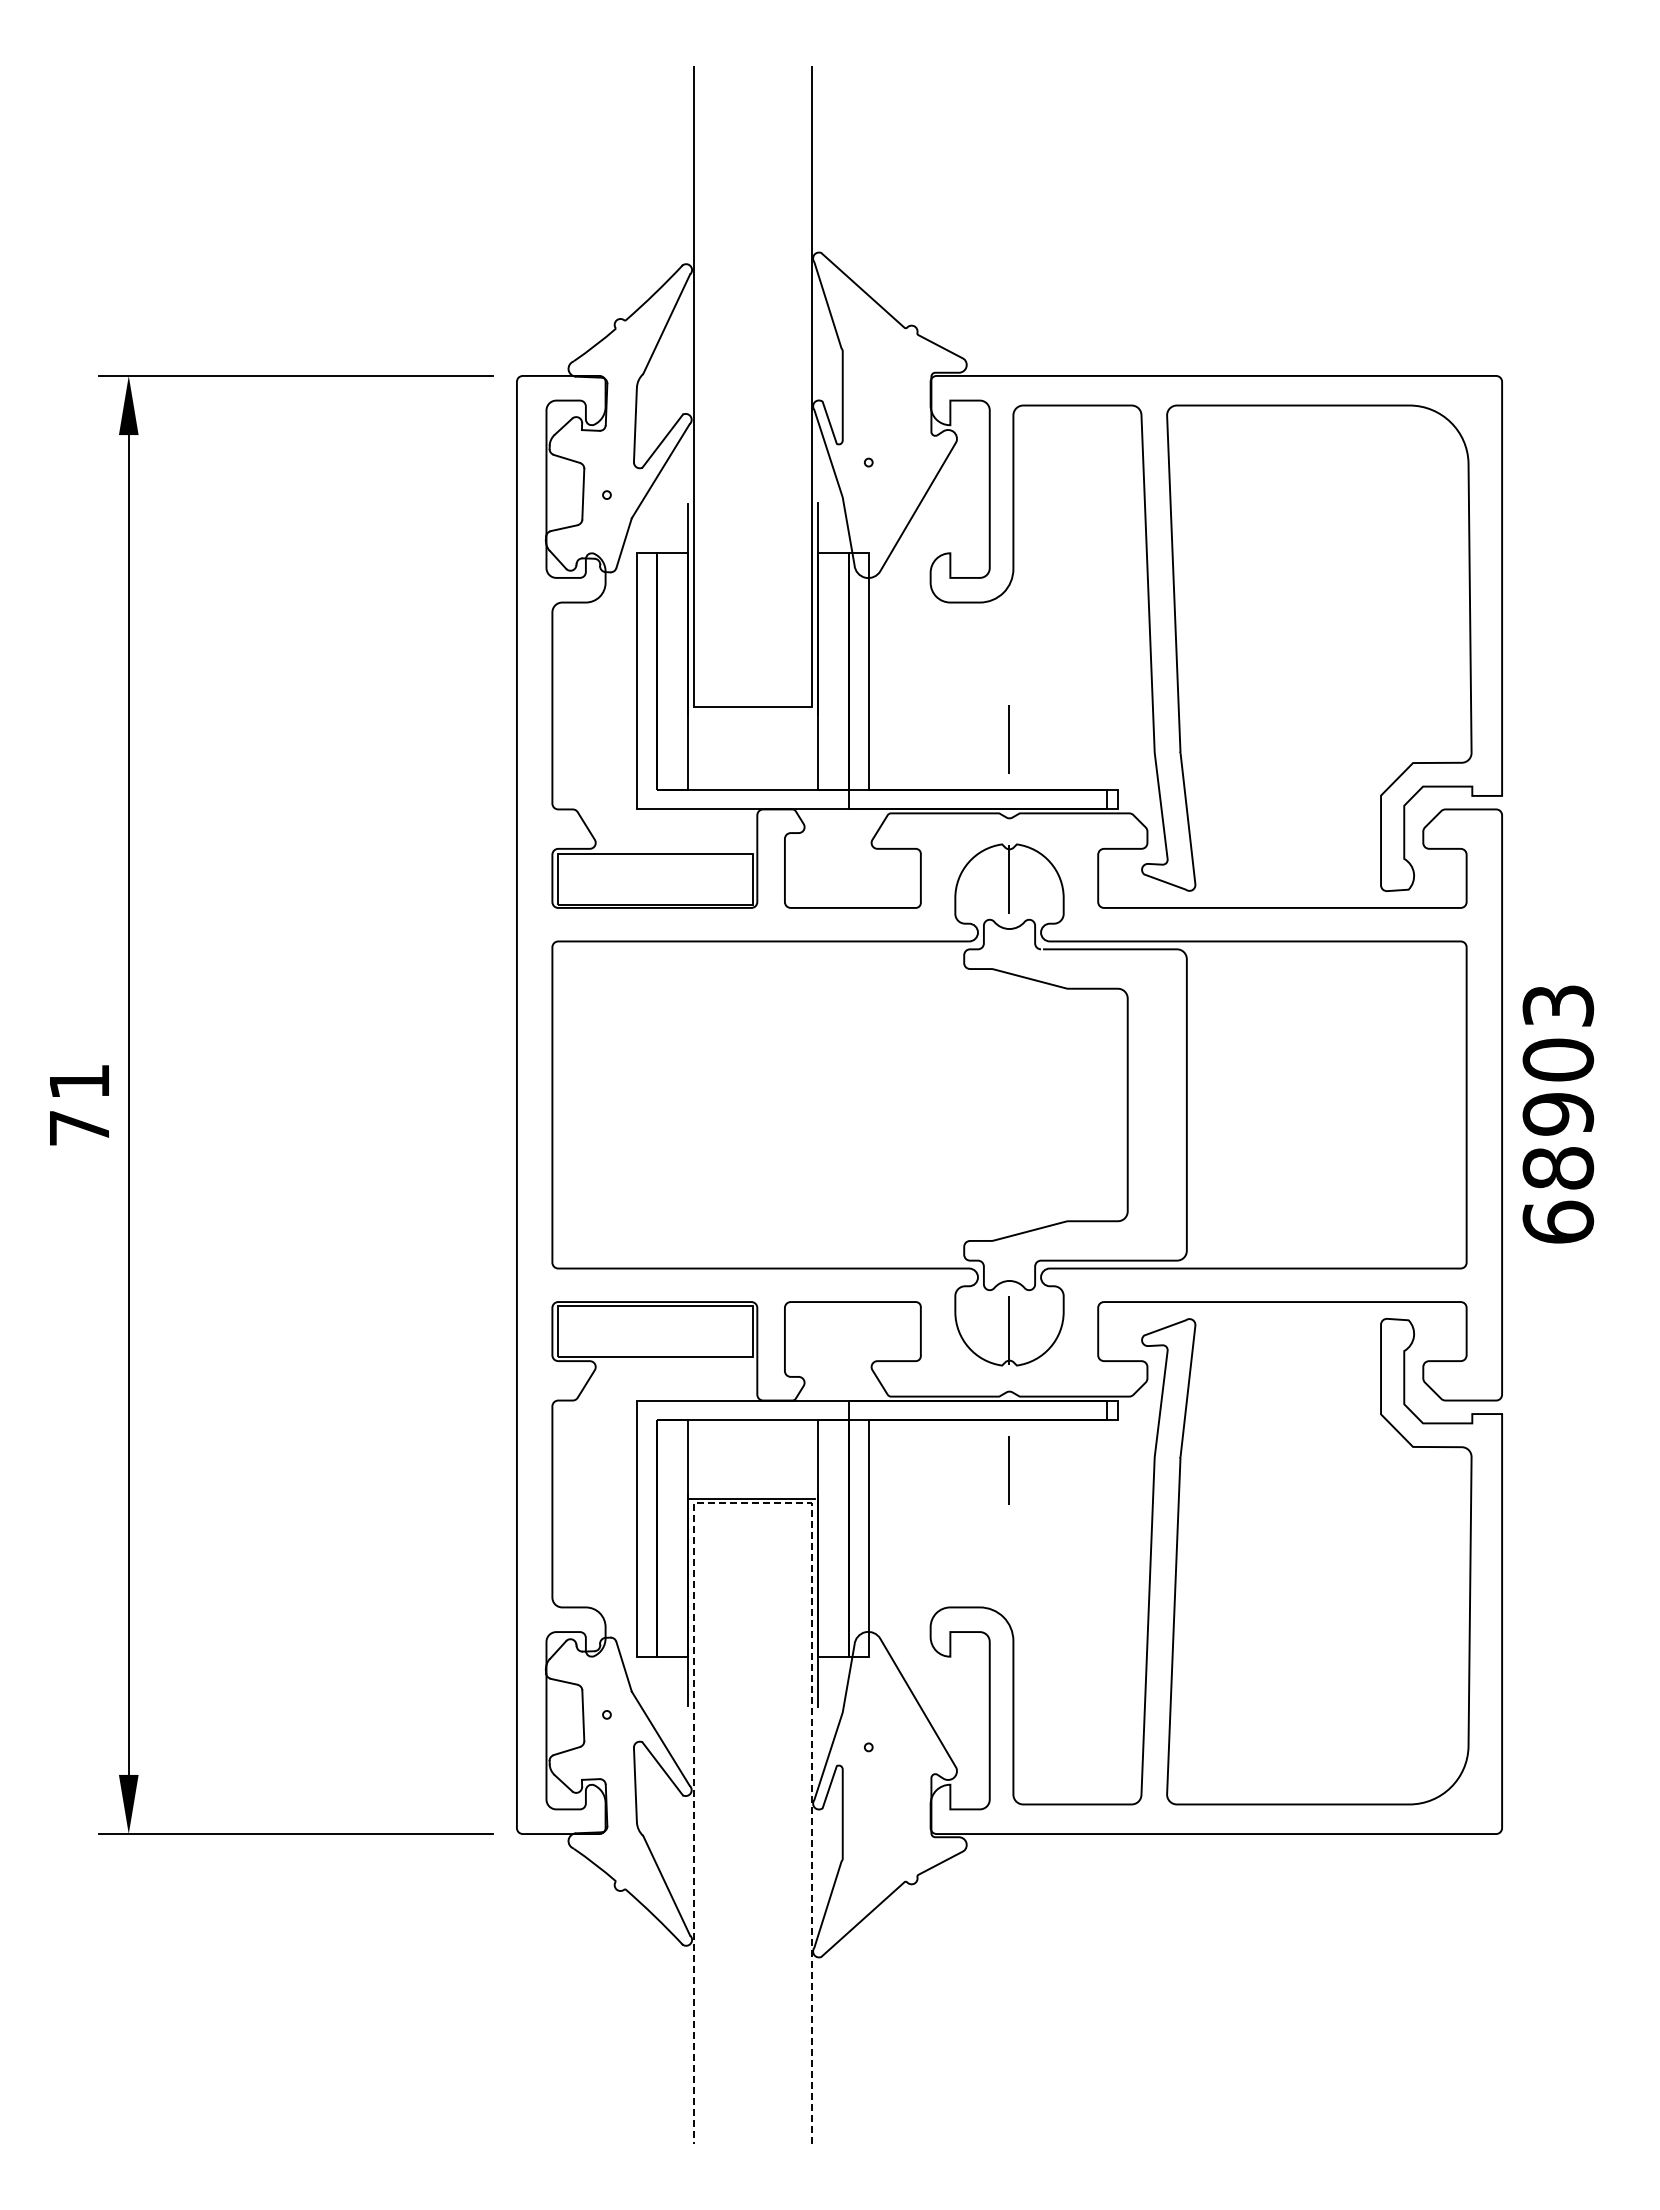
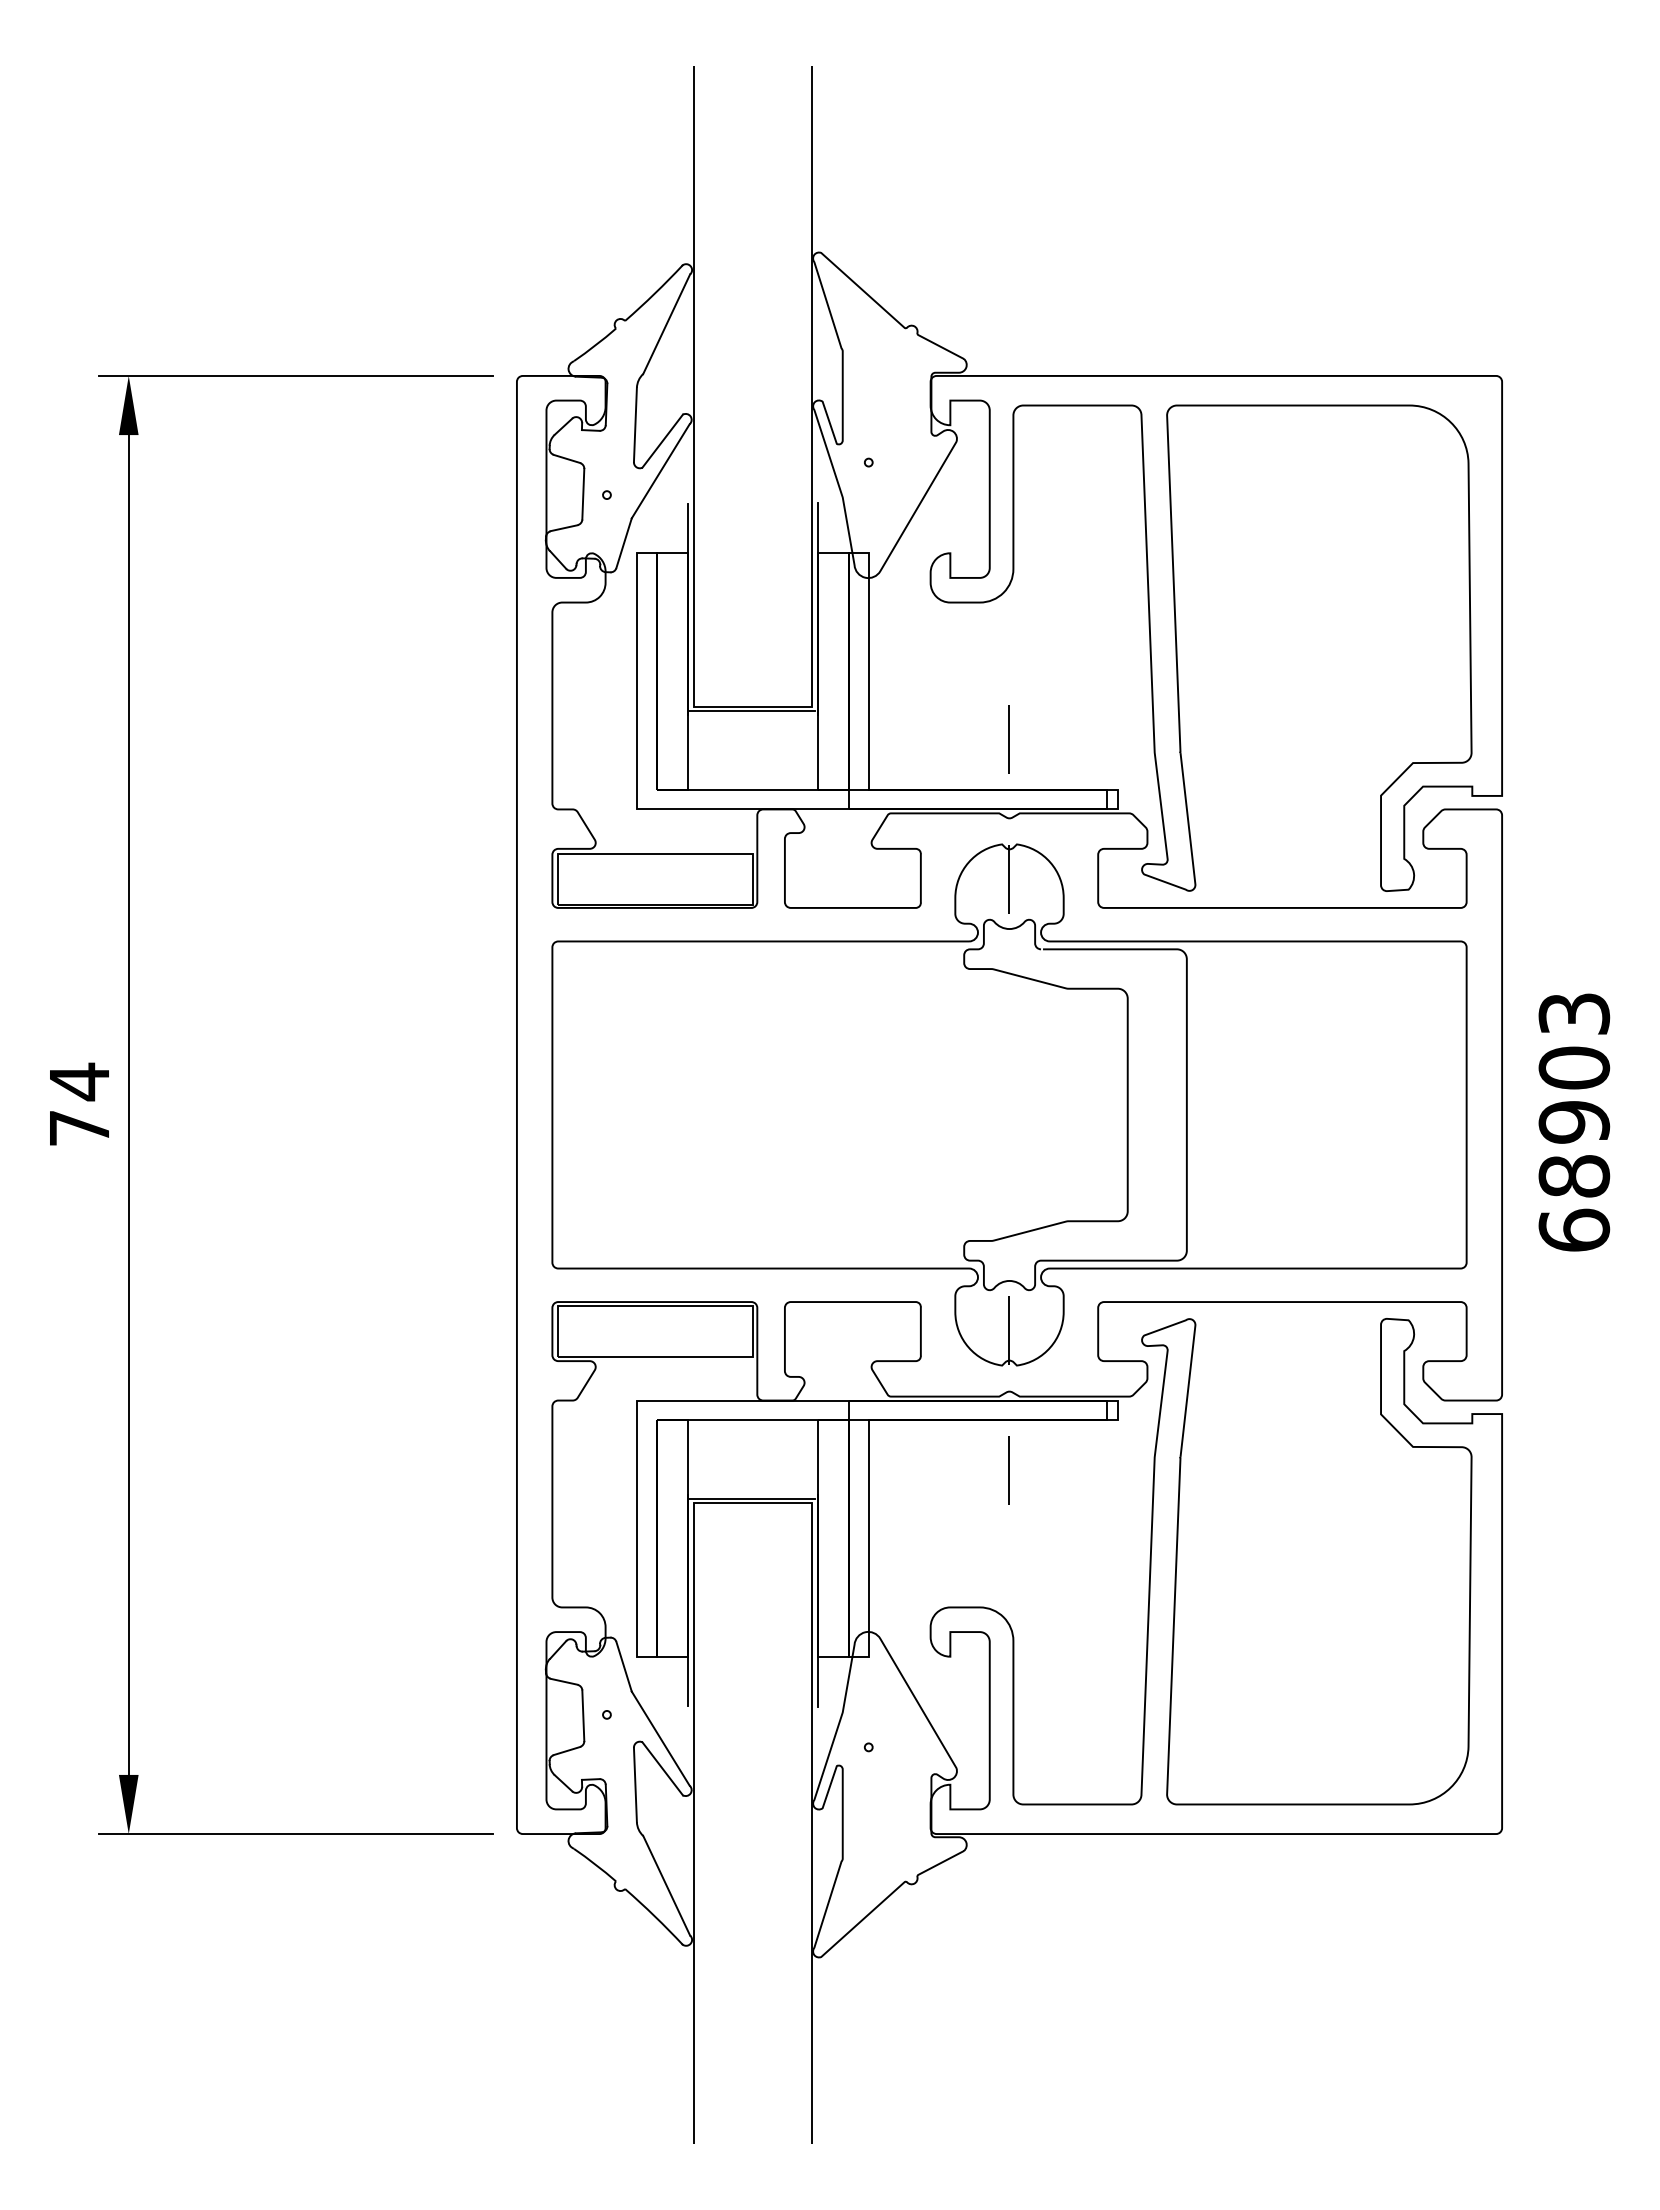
line at (751, 710): none -> present
text at (79, 1081): 71 -> 74
text at (1558, 1114) position: (1558, 1114) -> (1574, 1122)
line at (752, 1503): dashed -> solid
